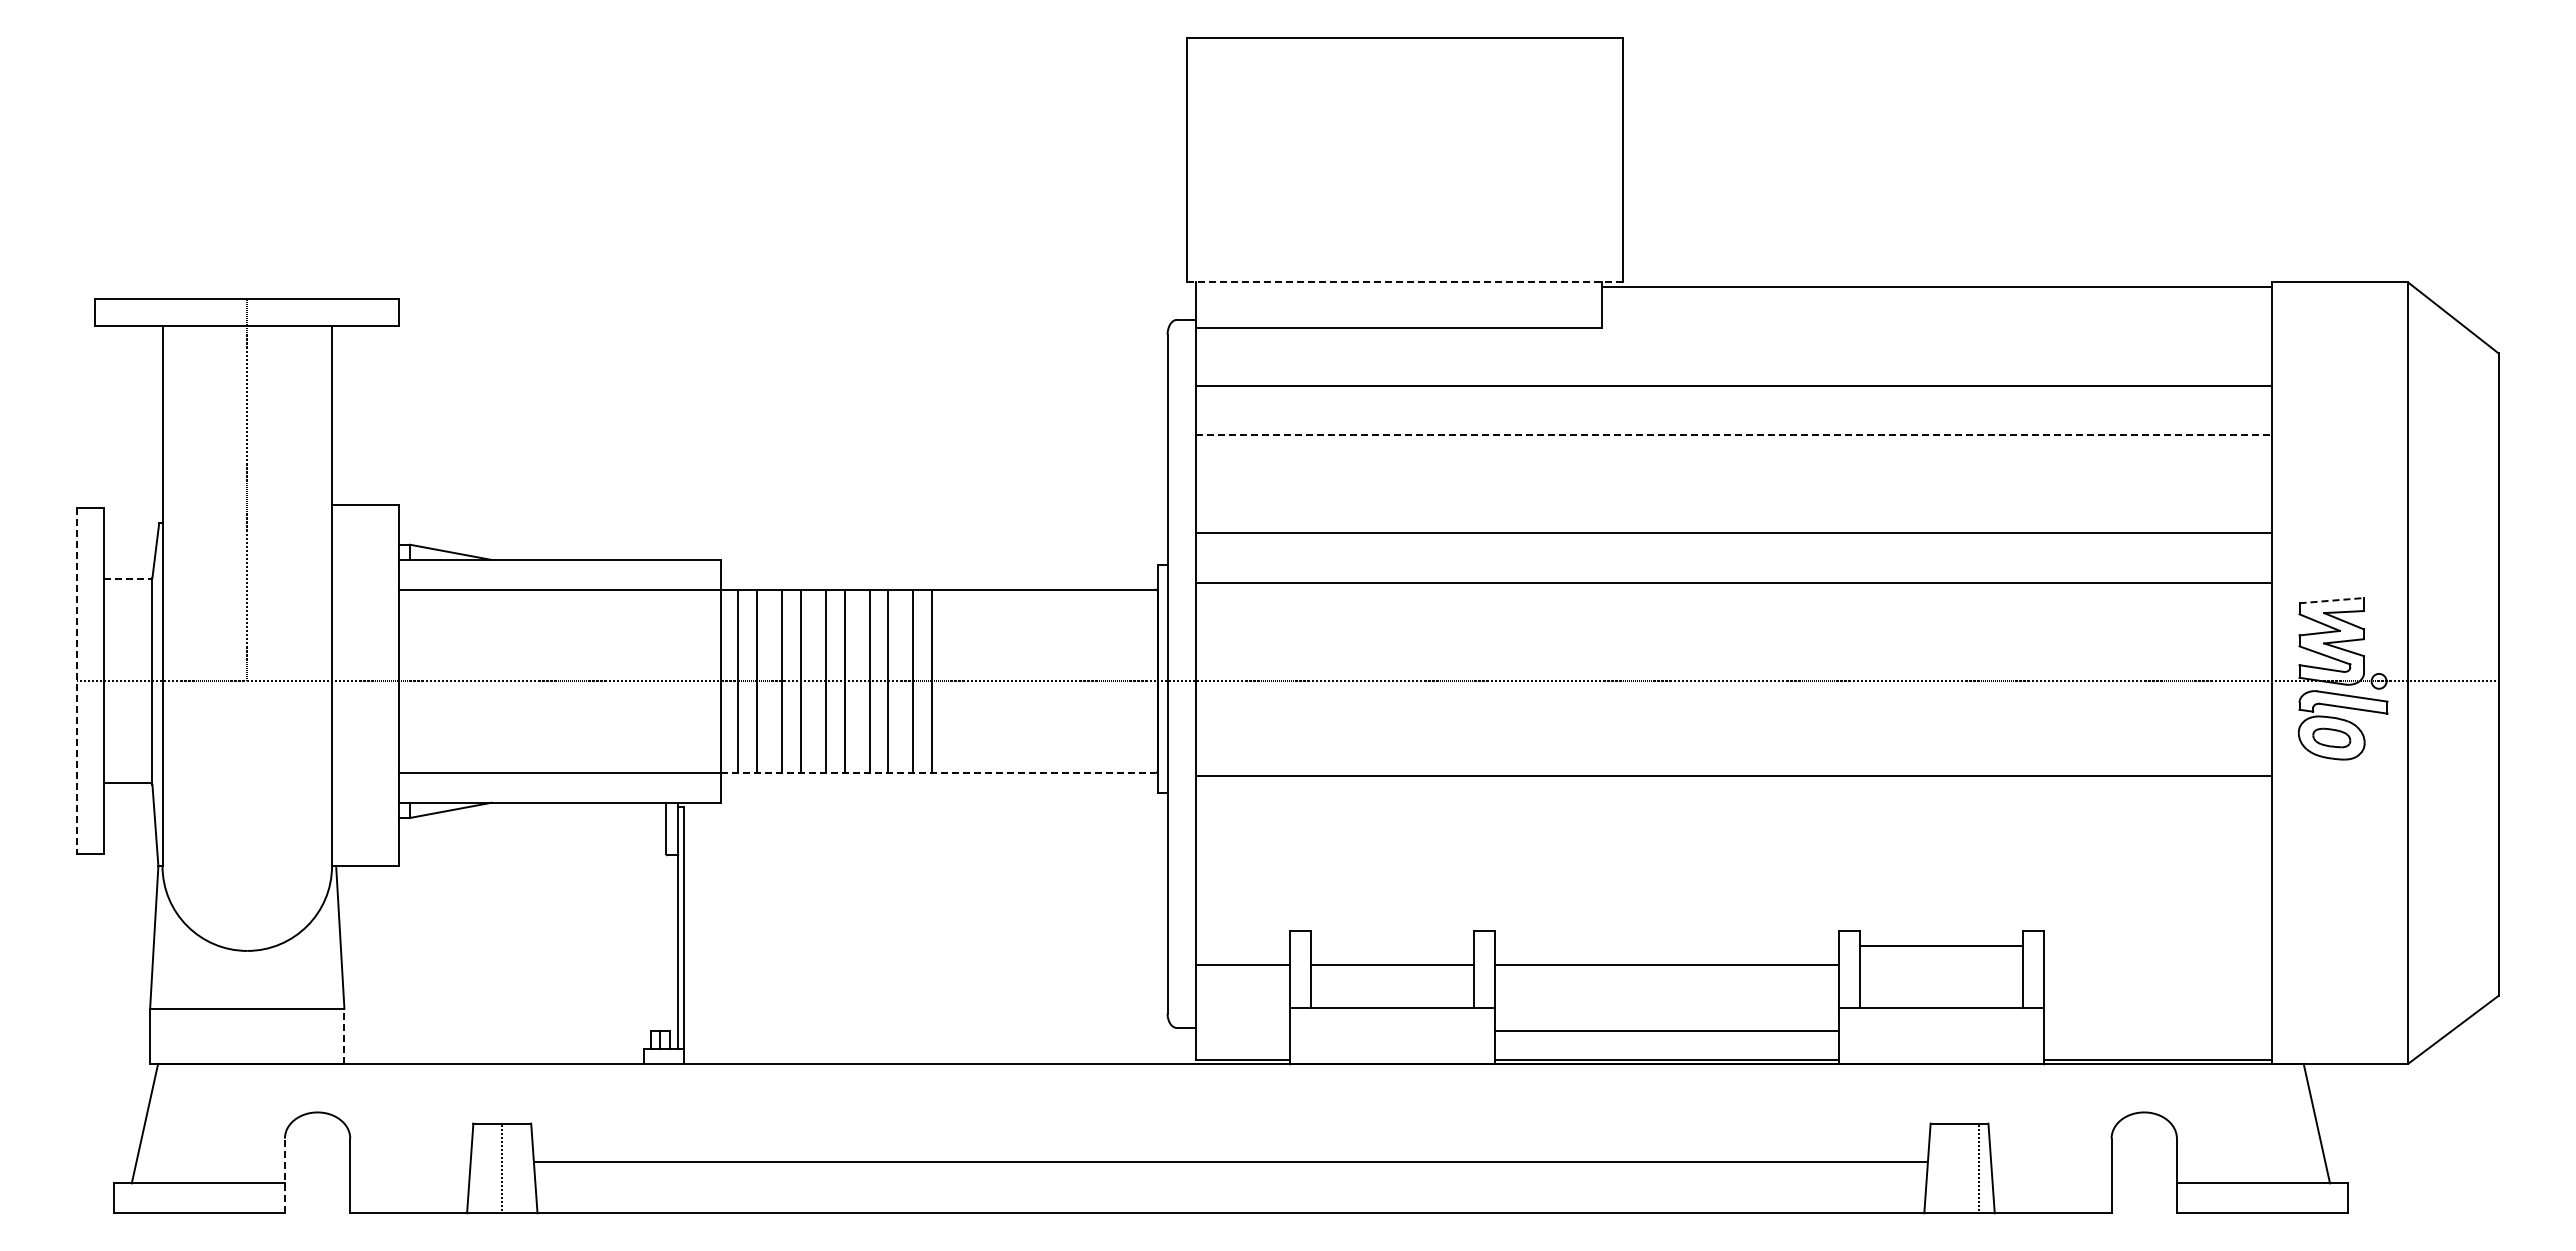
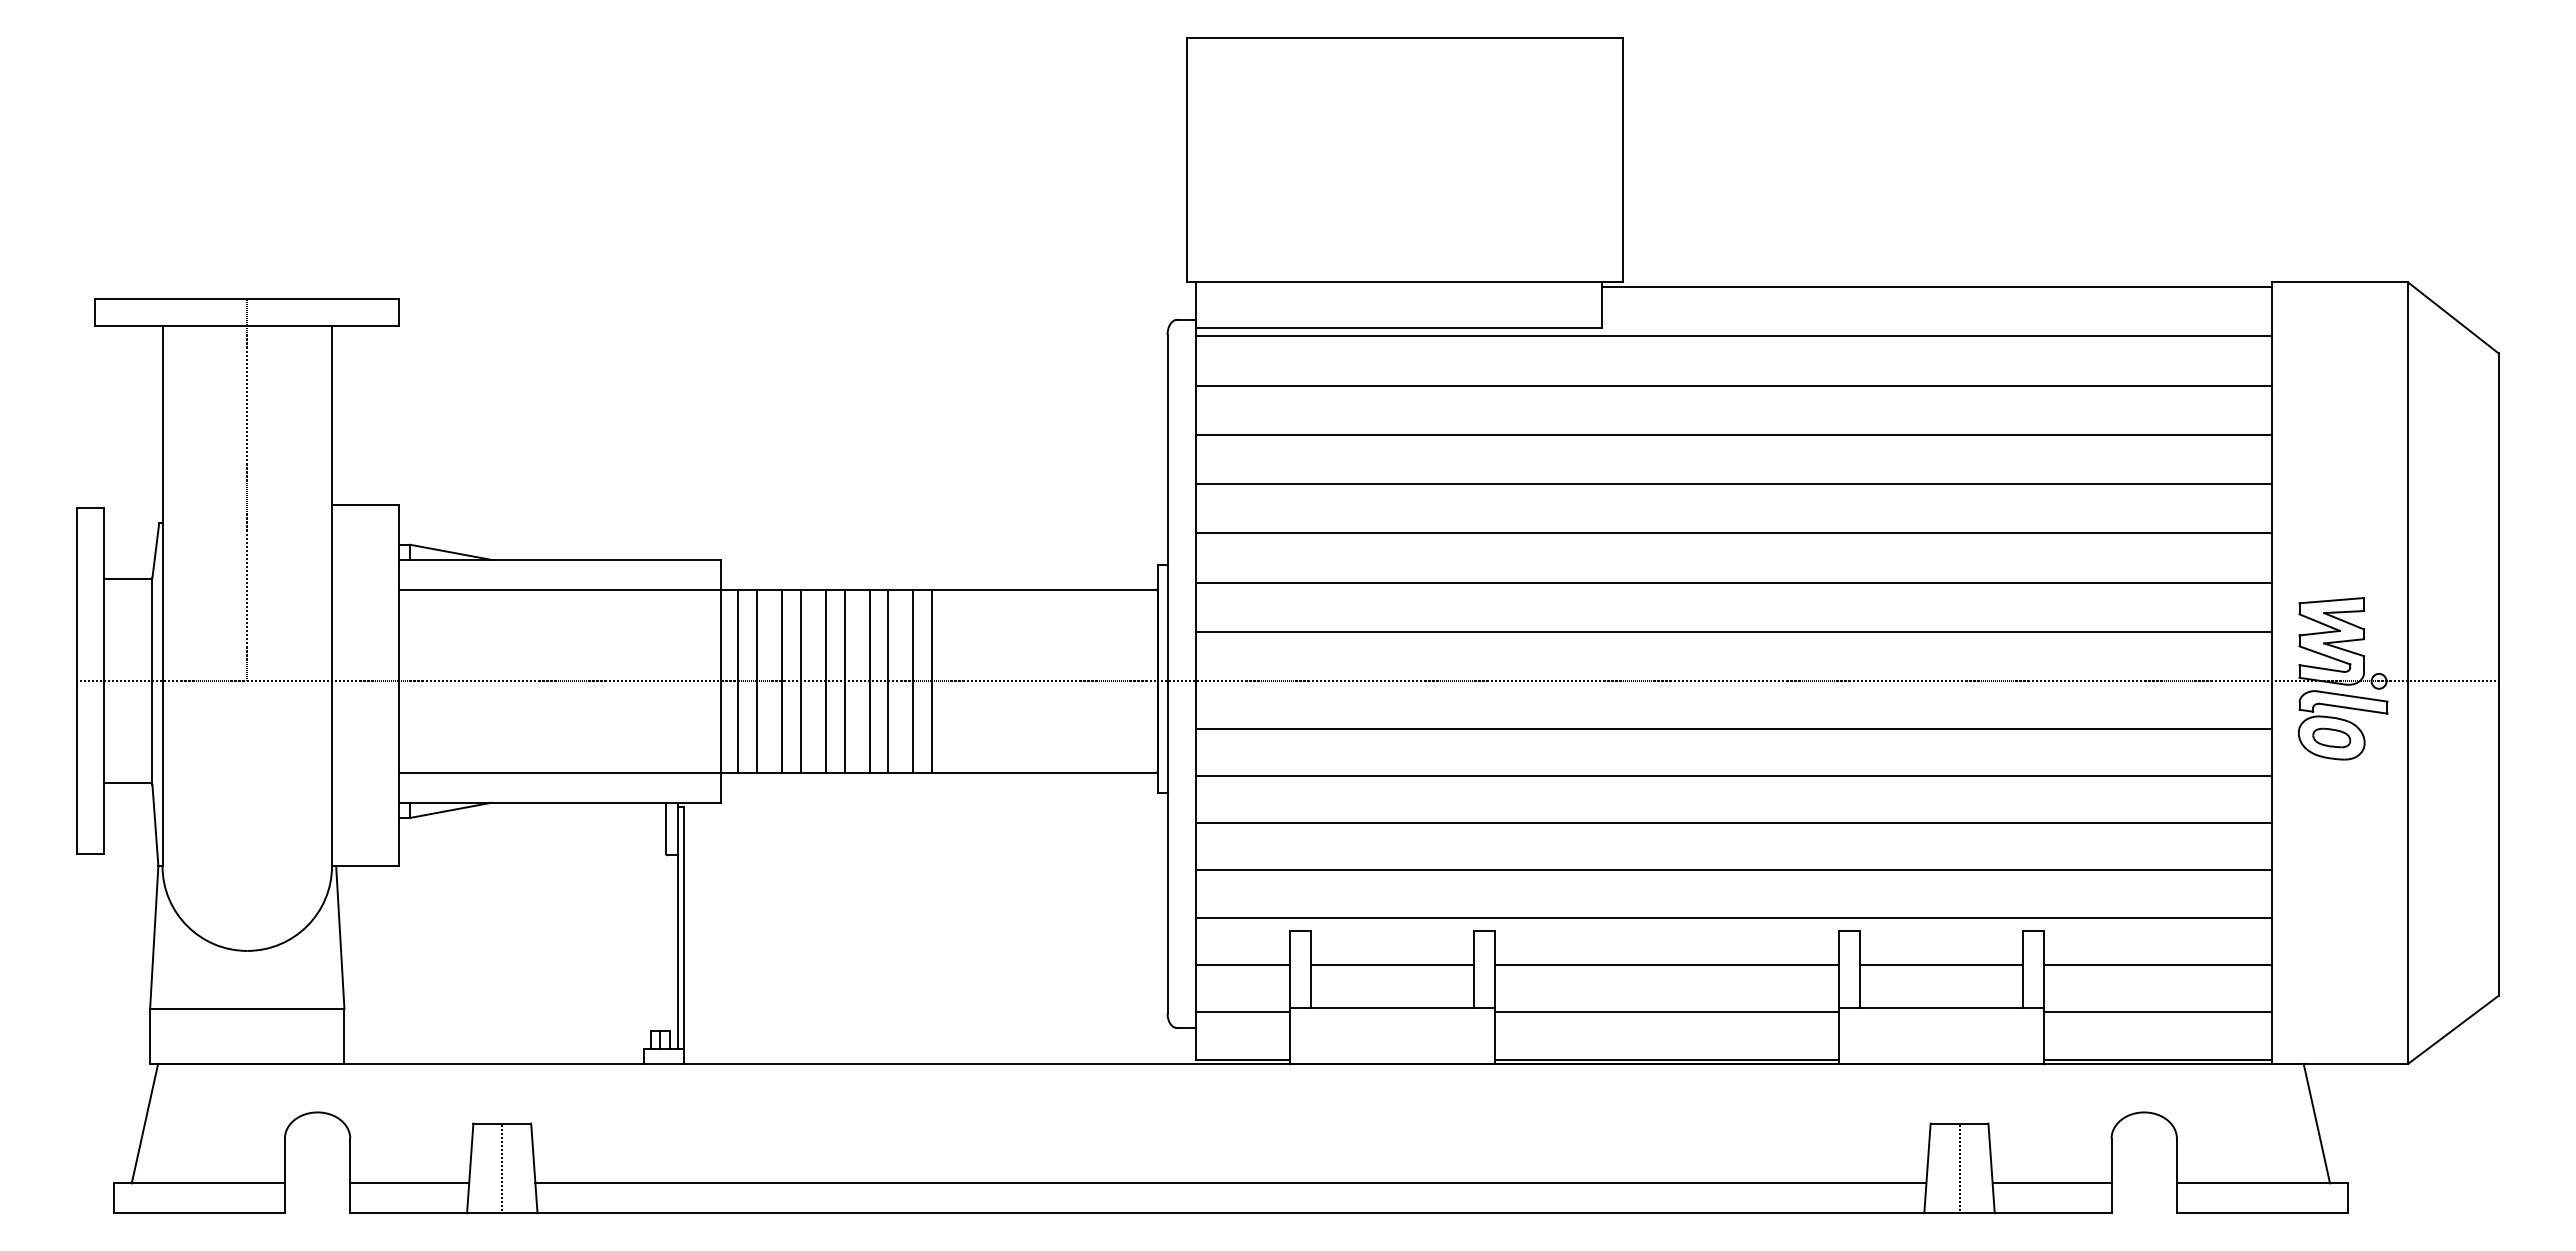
line at (1404, 282): dashed -> solid
line at (1734, 336): none -> present
line at (1734, 434): dashed -> solid
line at (1734, 484): none -> present
line at (128, 579): dashed -> solid
line at (2332, 600): dashed -> solid
line at (1734, 632): none -> present
line at (77, 681): dashed -> solid
line at (1734, 728): none -> present
line at (938, 773): dashed -> solid
line at (1734, 823): none -> present
line at (1734, 870): none -> present
line at (1734, 917): none -> present
line at (1940, 945) position: (1940, 945) -> (1940, 964)
line at (2157, 964): none -> present
line at (1242, 1012): none -> present
line at (2157, 1012): none -> present
line at (1666, 1031) position: (1666, 1031) -> (1666, 1012)
line at (344, 1036): dashed -> solid
line at (1230, 1162) position: (1230, 1162) -> (1230, 1183)
line at (1978, 1168) position: (1978, 1168) -> (1959, 1168)
line at (284, 1175): dashed -> solid
line at (409, 1183): none -> present
line at (2051, 1183): none -> present
